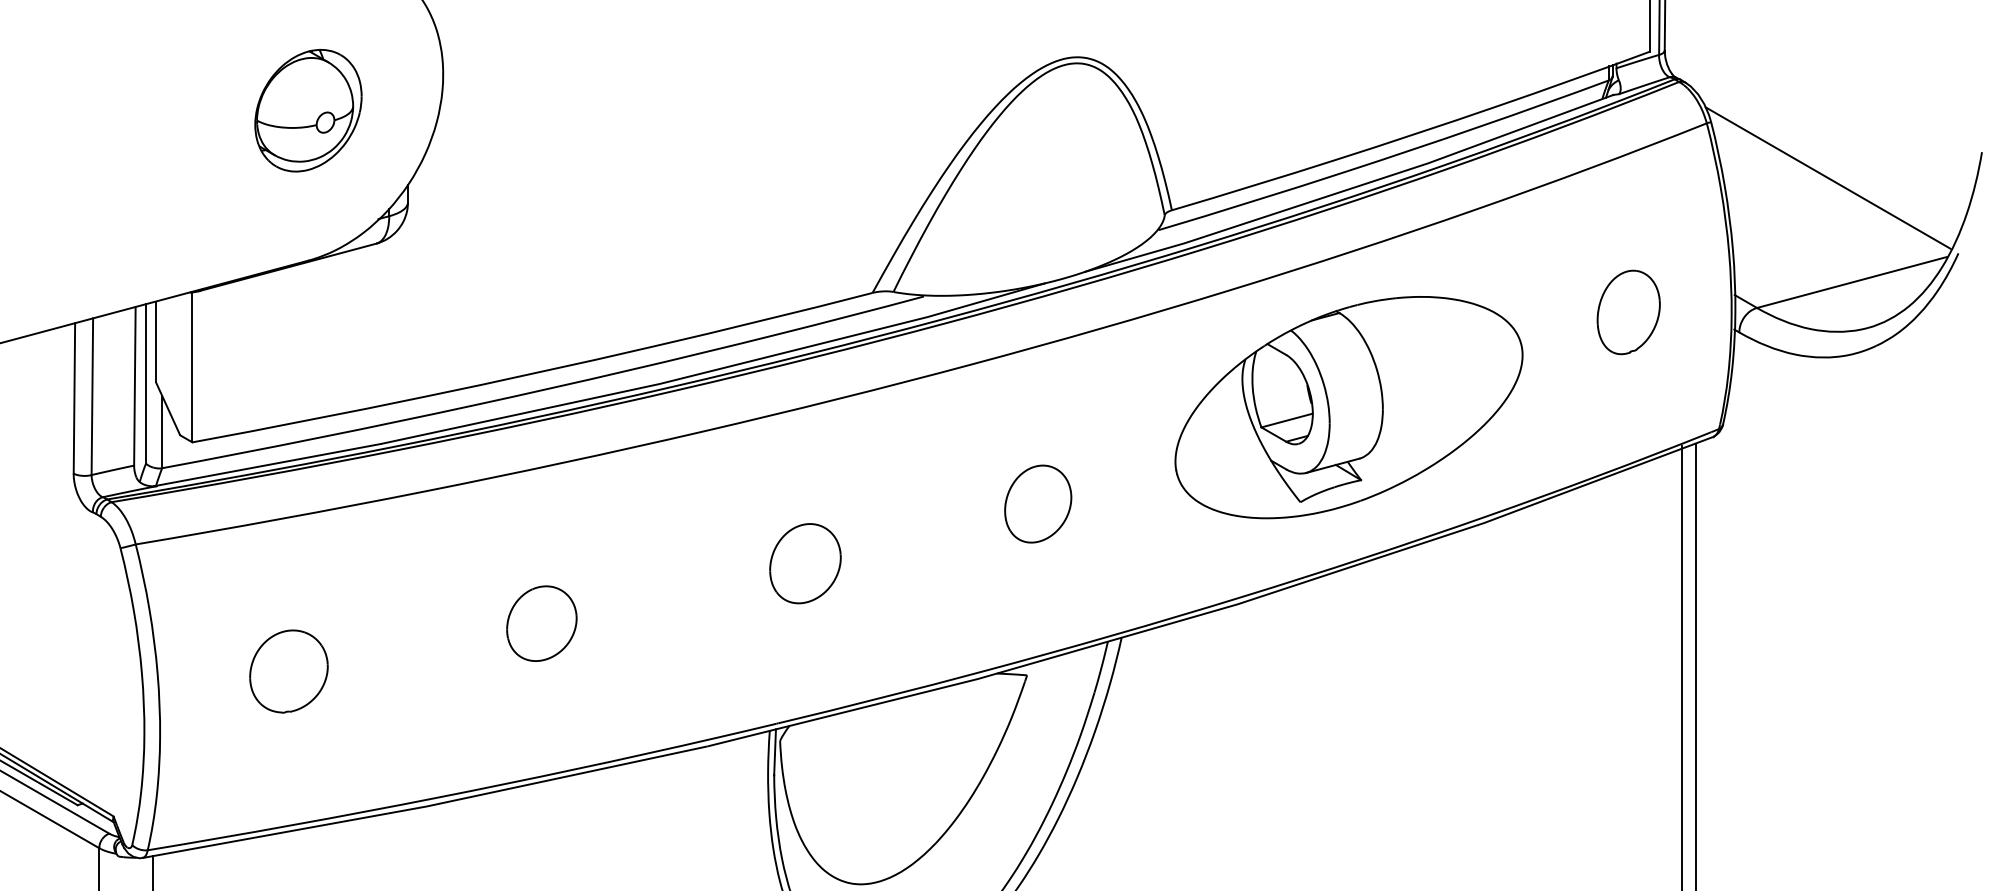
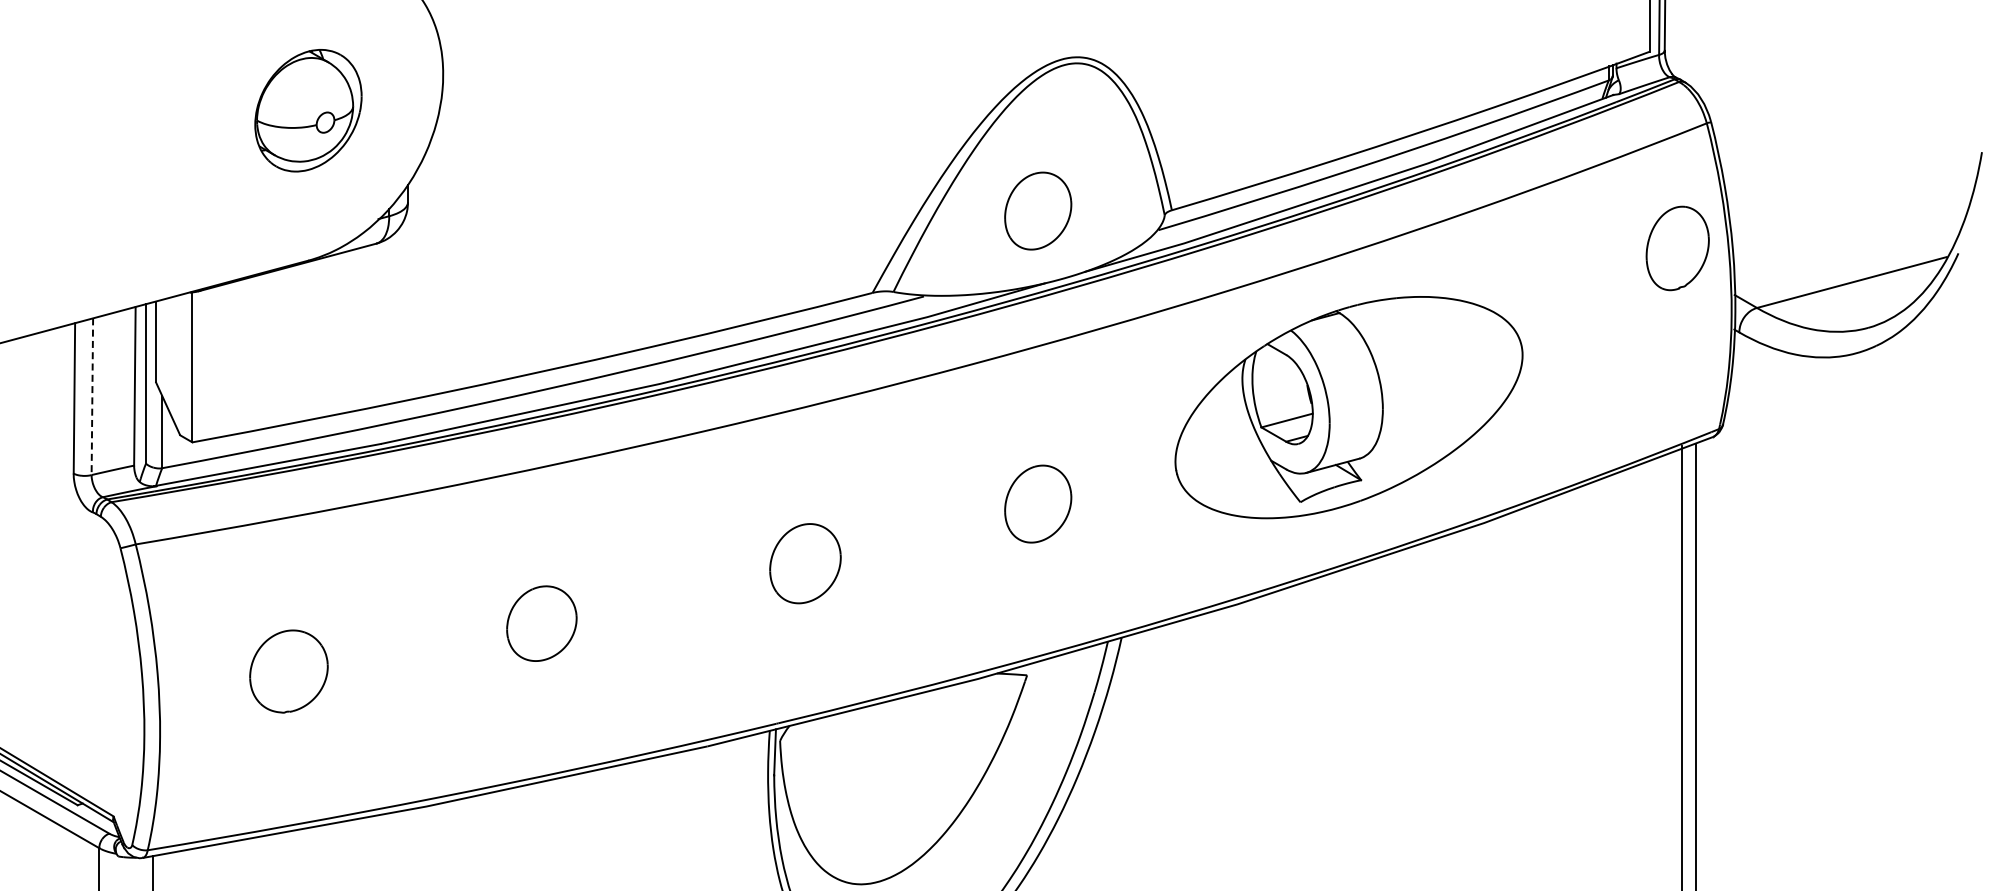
line at (1827, 177): present -> none
part at (1038, 210): none -> present
part at (1628, 312) position: (1628, 312) -> (1677, 248)
line at (92, 397): solid -> dashed
